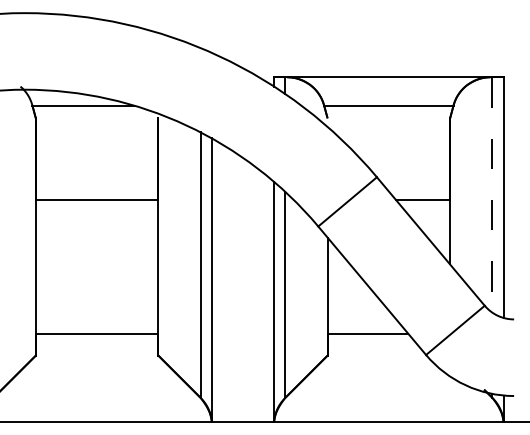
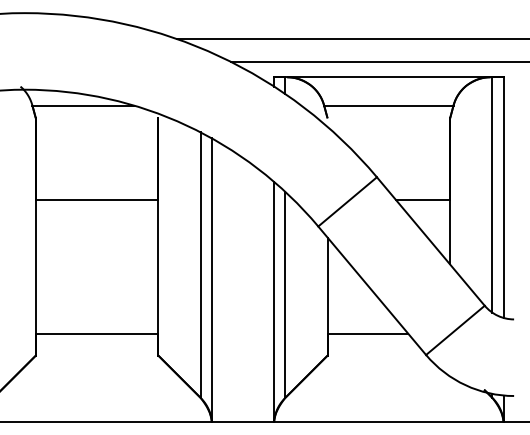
line at (351, 39): none -> present
line at (378, 61): none -> present
line at (492, 195): dashed -> solid
